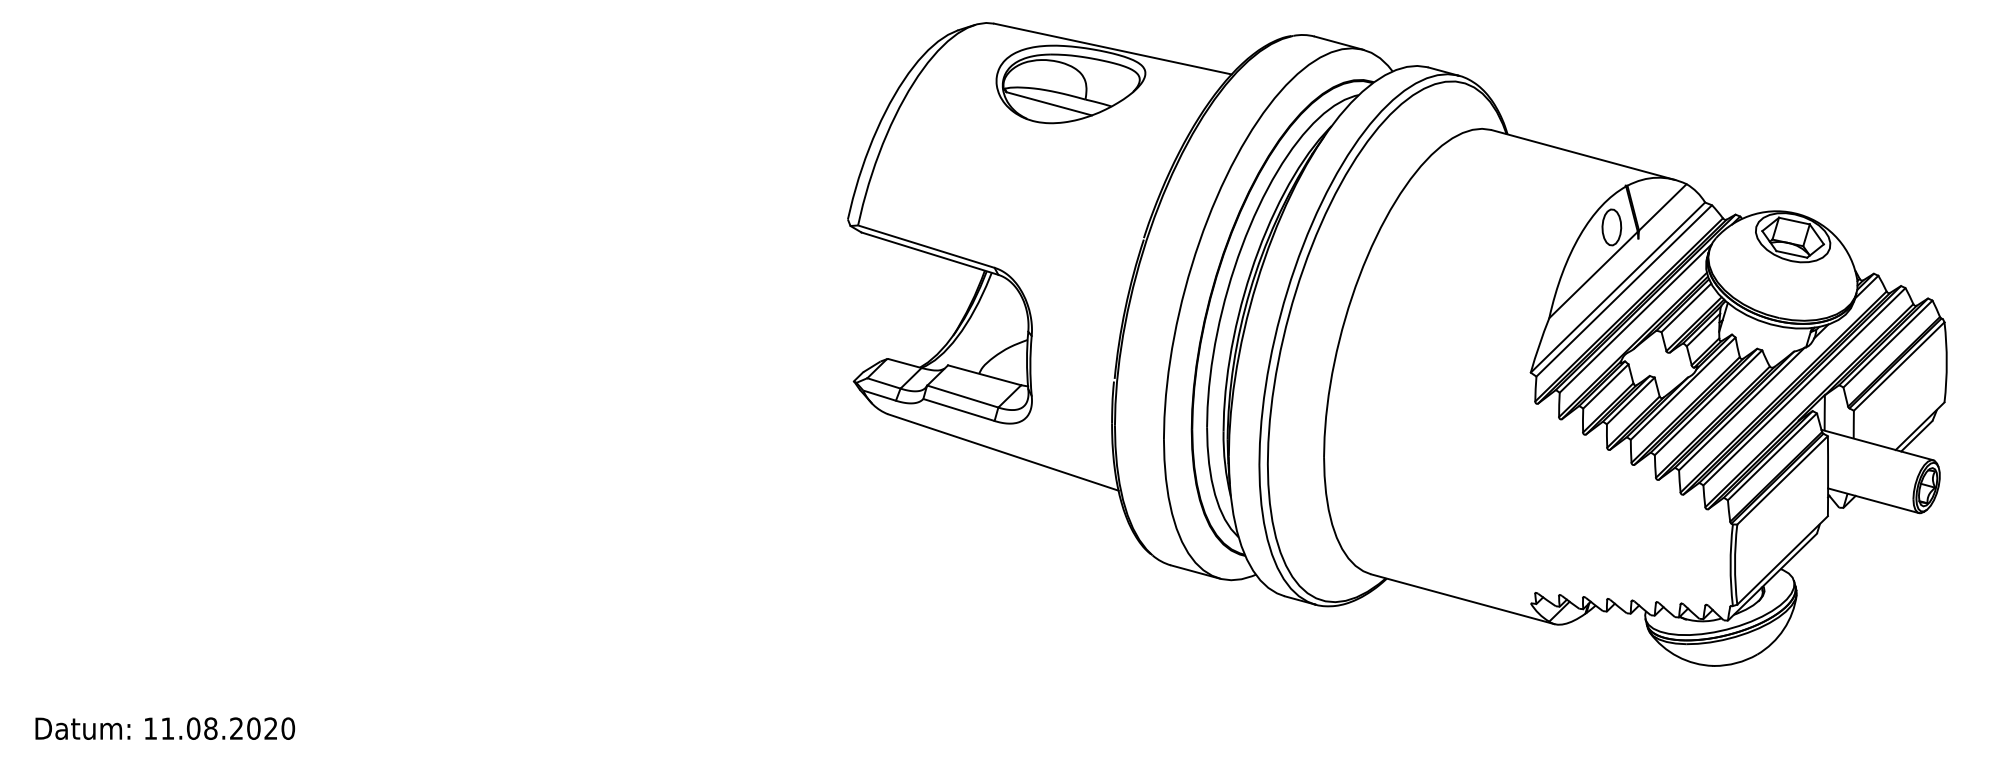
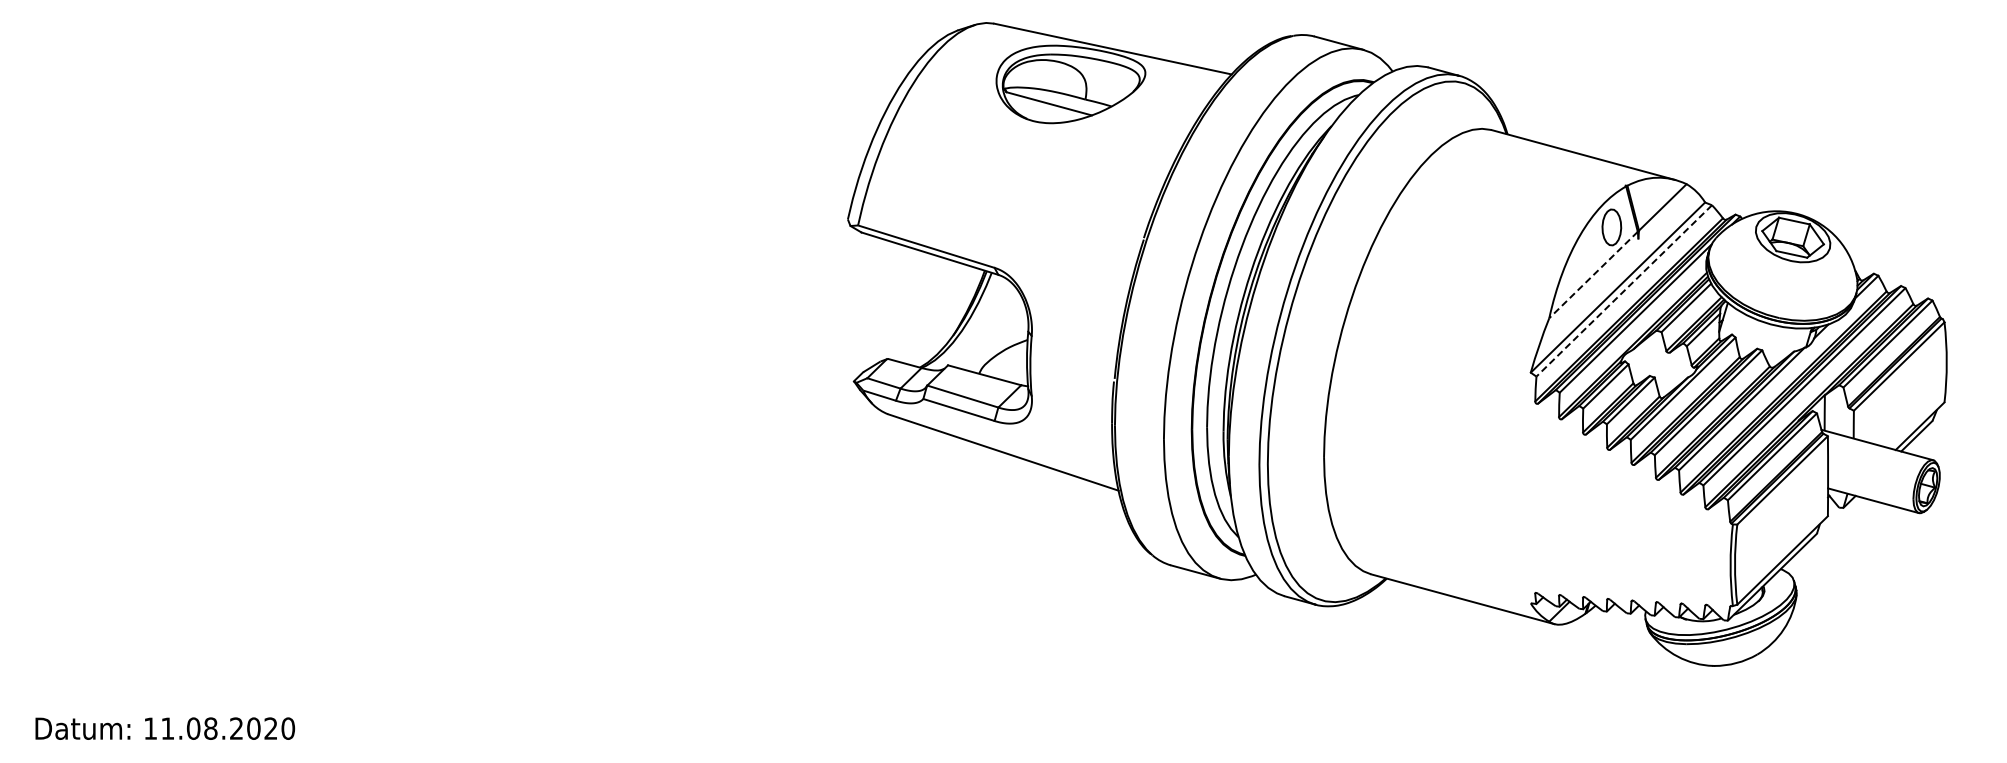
line at (1593, 275): solid -> dashed
line at (1624, 290): solid -> dashed
